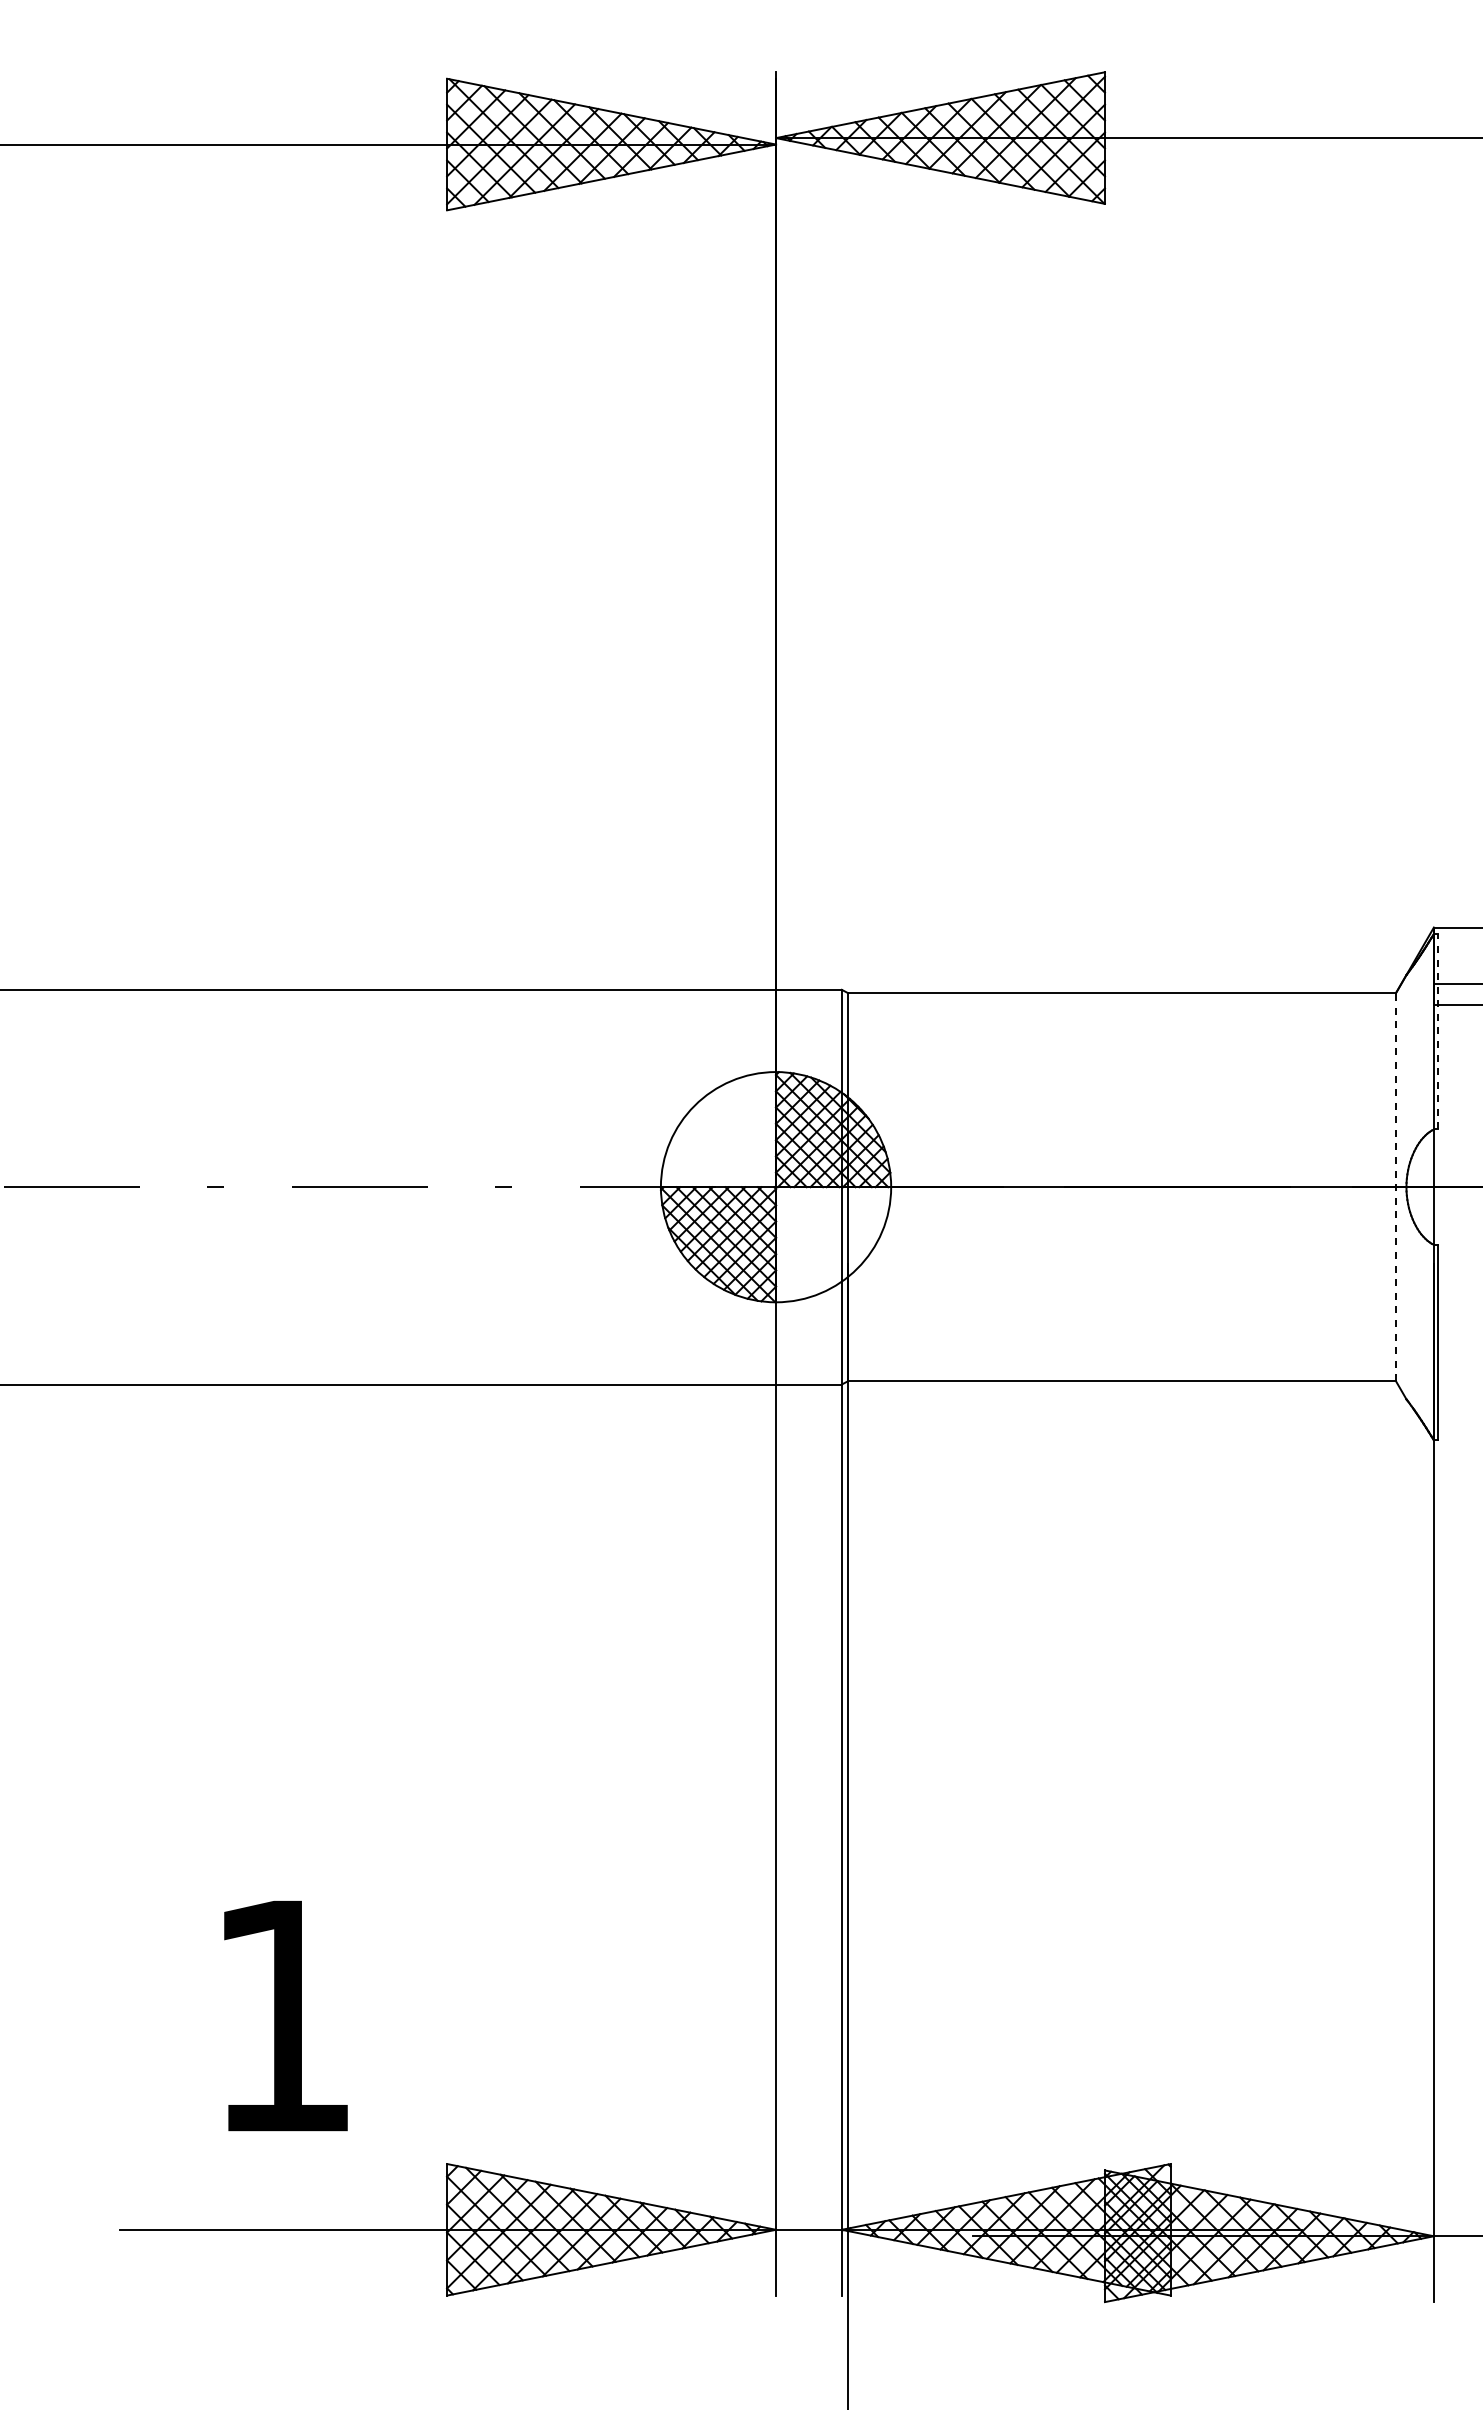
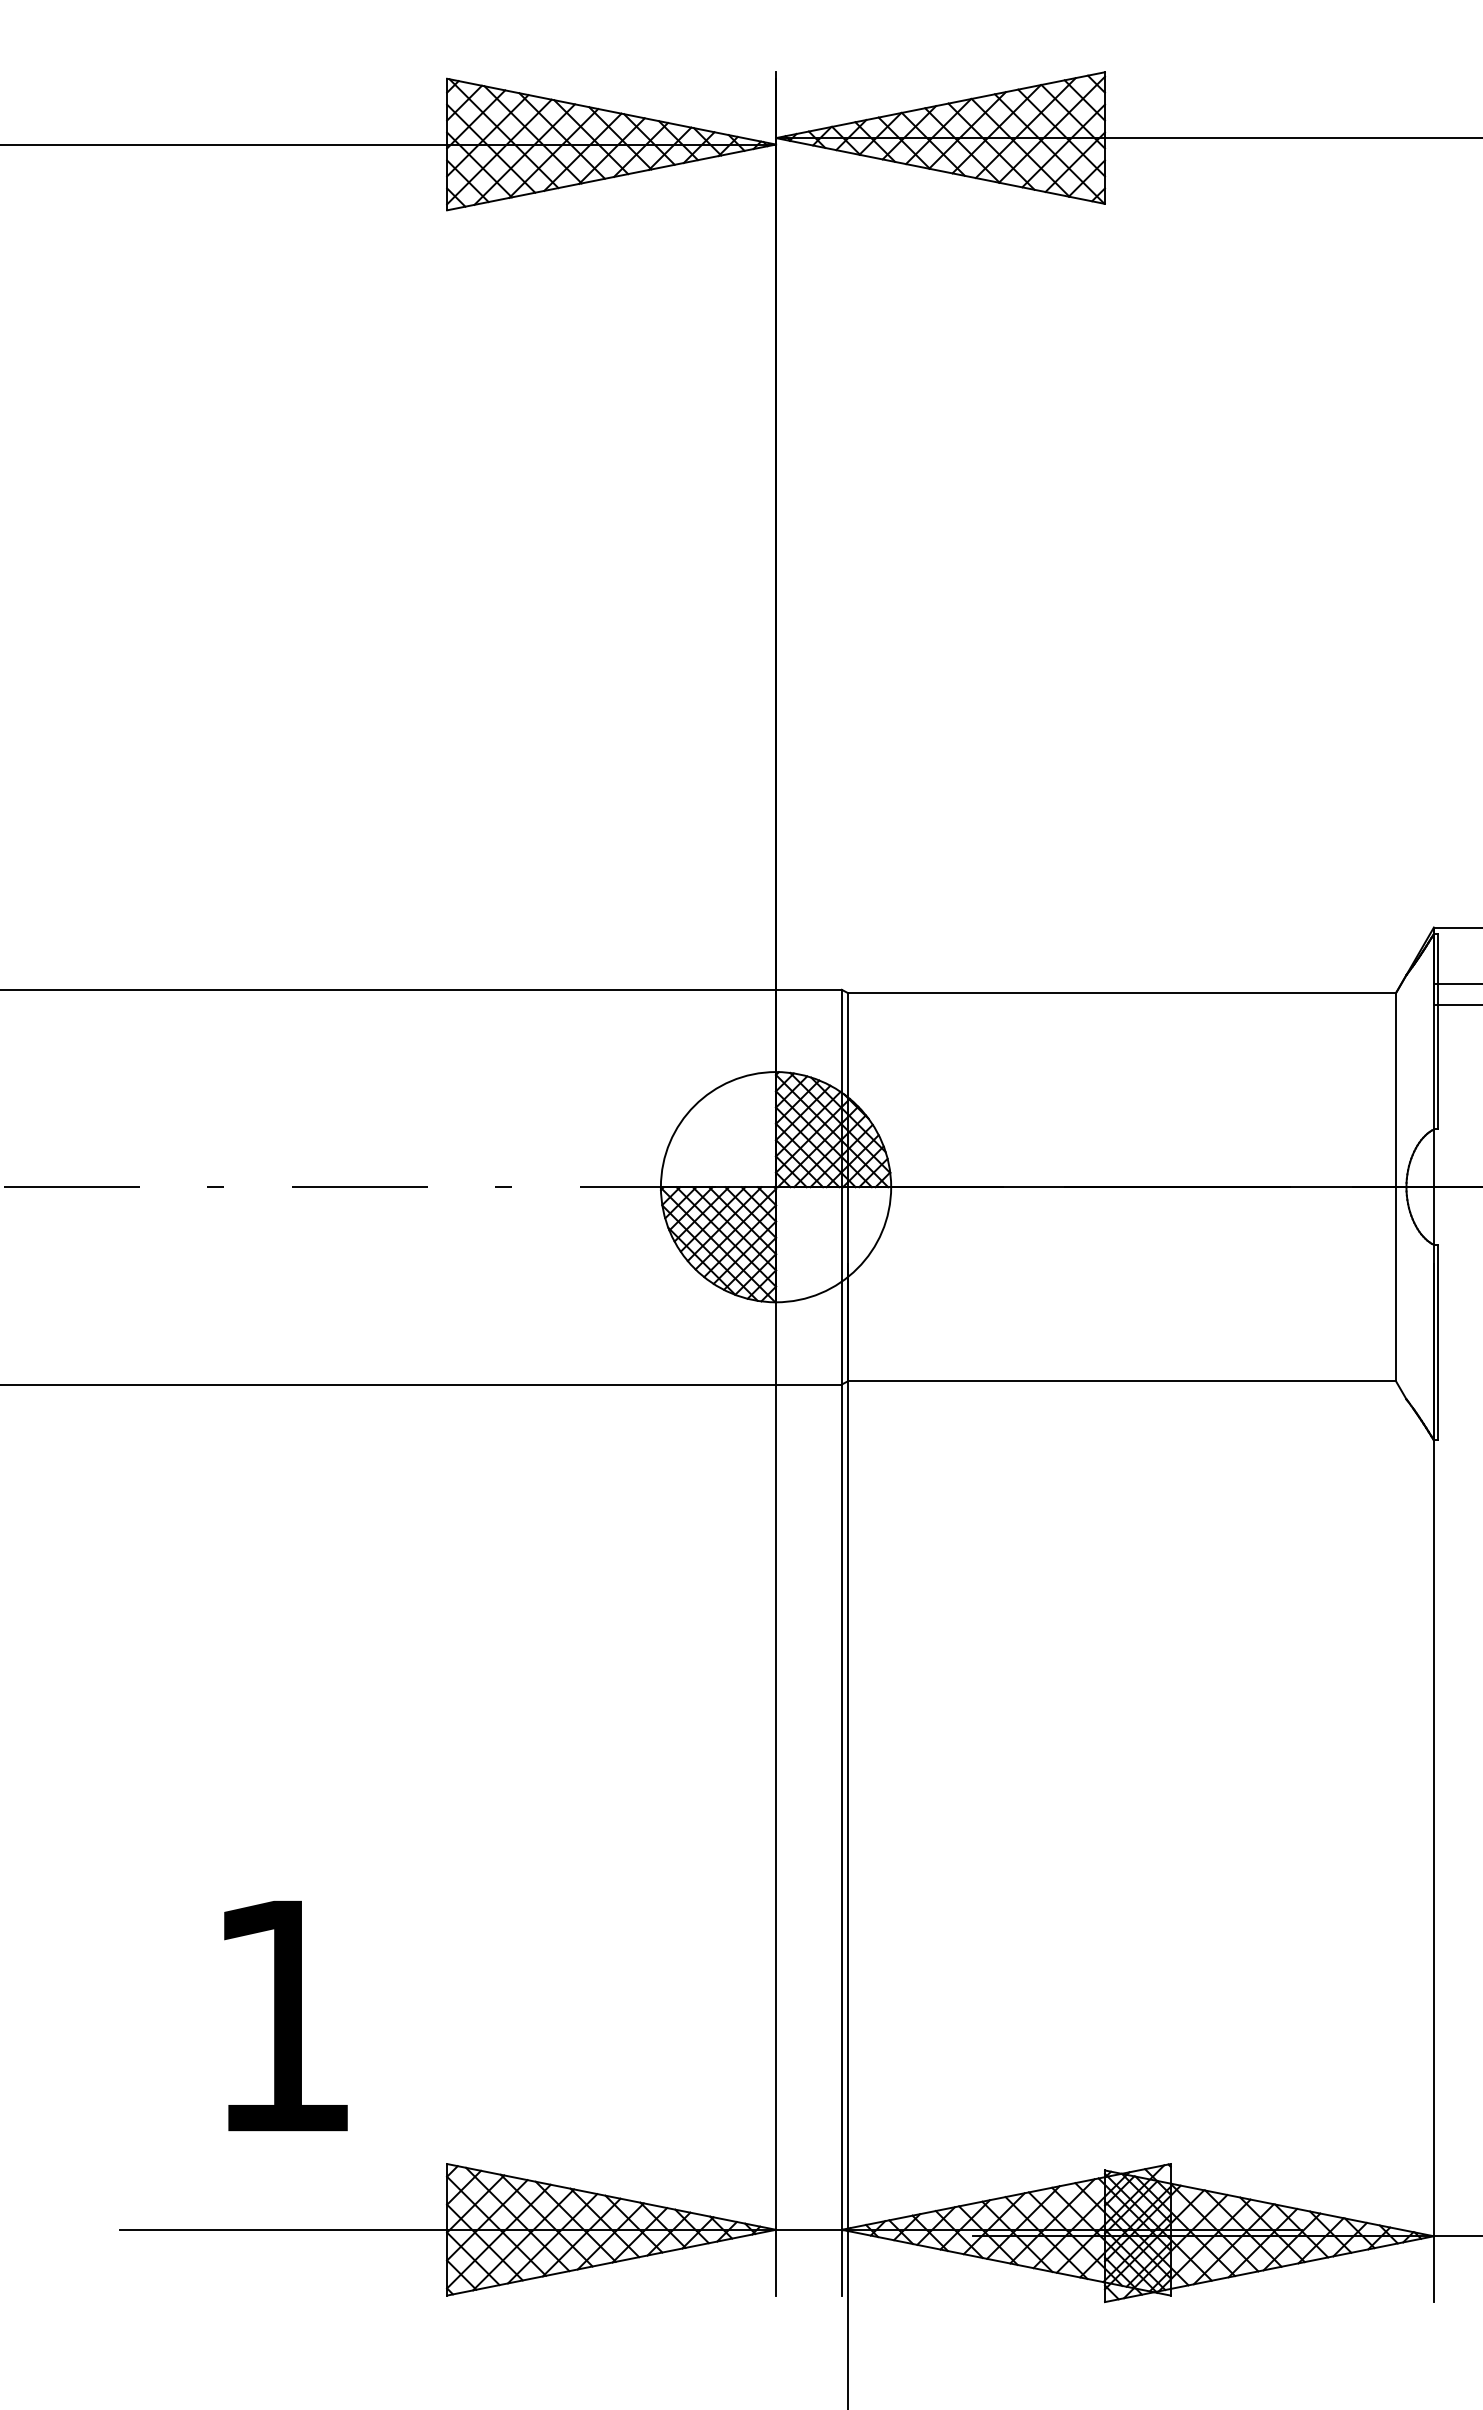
line at (1438, 1031): dashed -> solid
line at (1396, 1186): dashed -> solid
